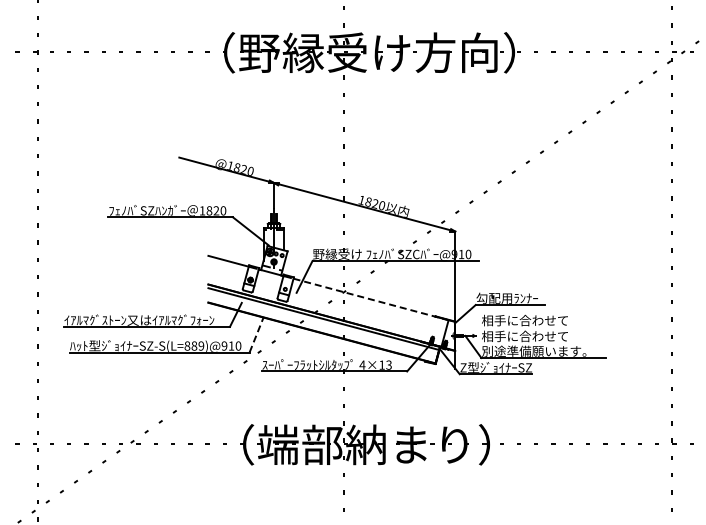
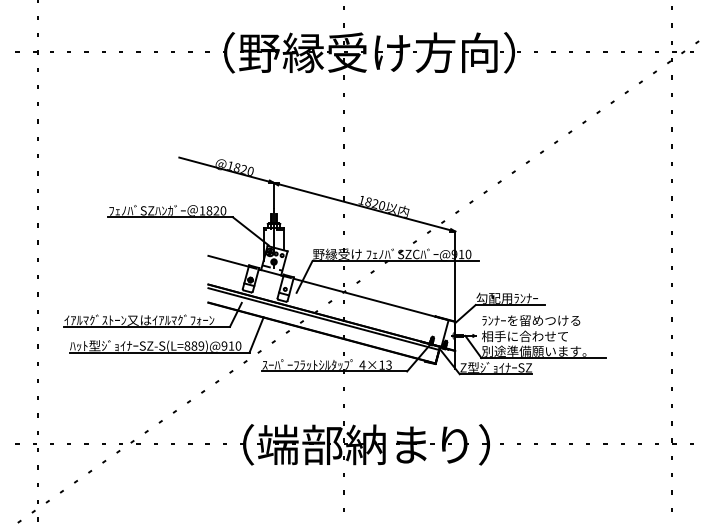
line at (371, 299): dashed -> solid
text at (531, 320): 相手に合わせて -> ﾗﾝﾅｰを留めつける
line at (256, 334): dashed -> solid
